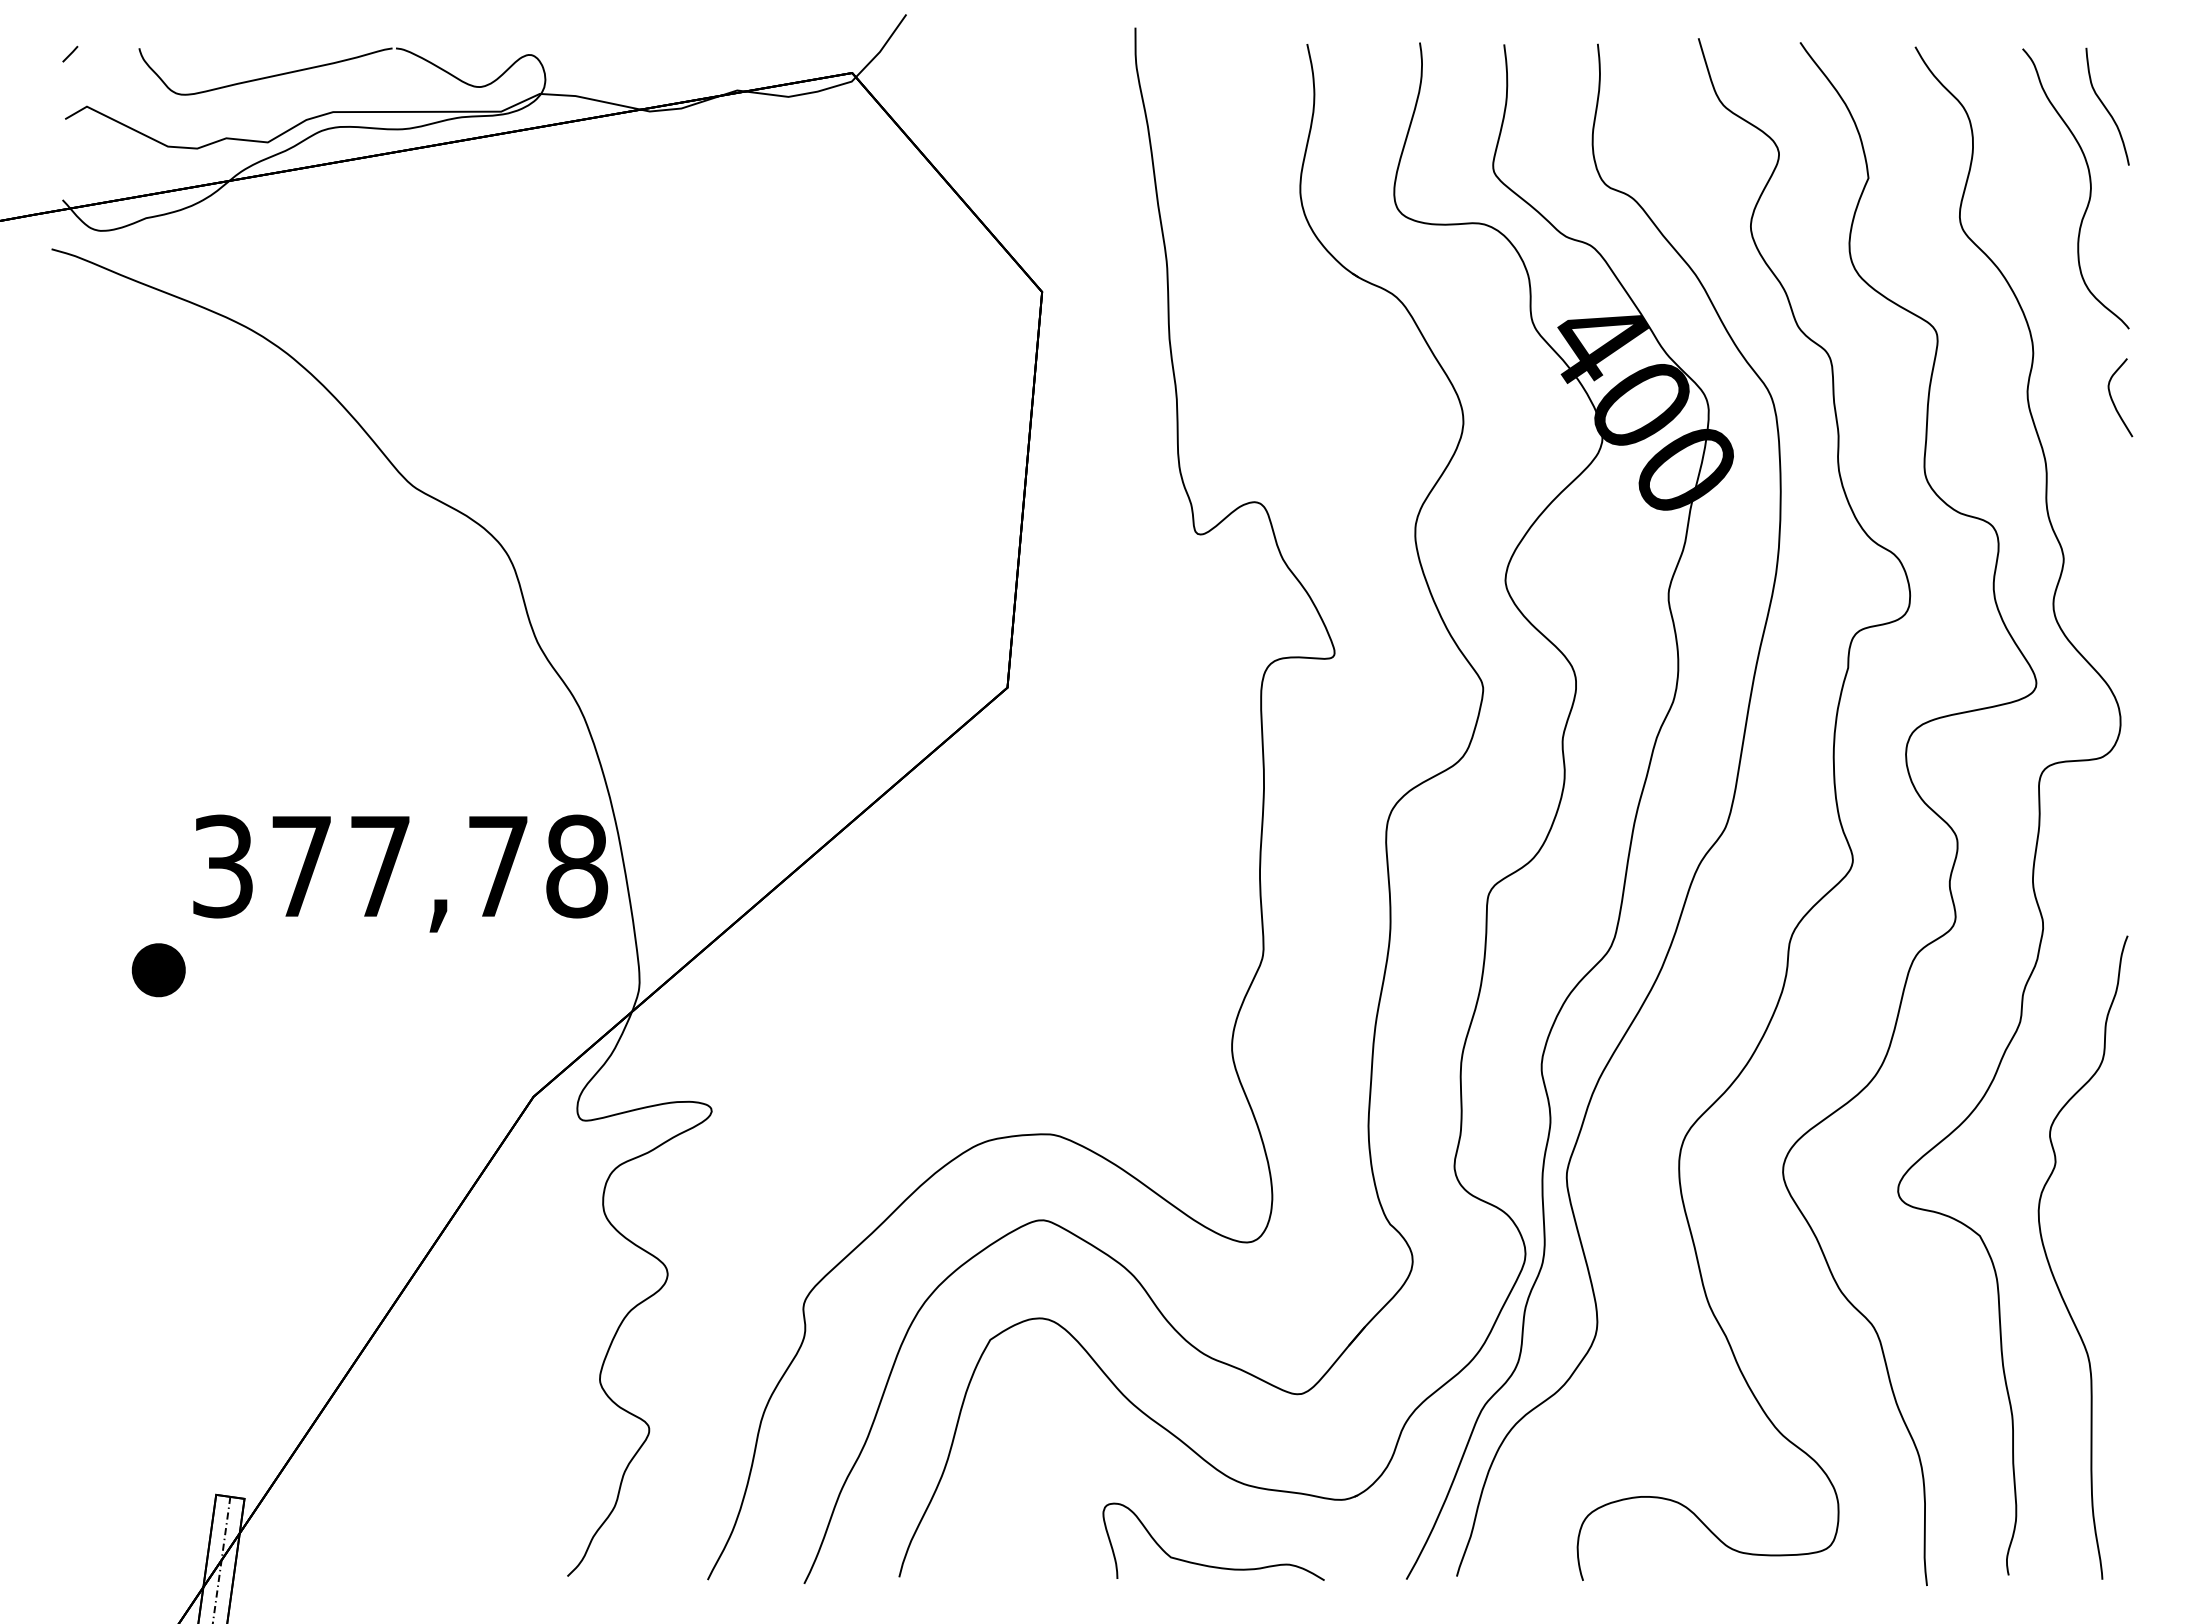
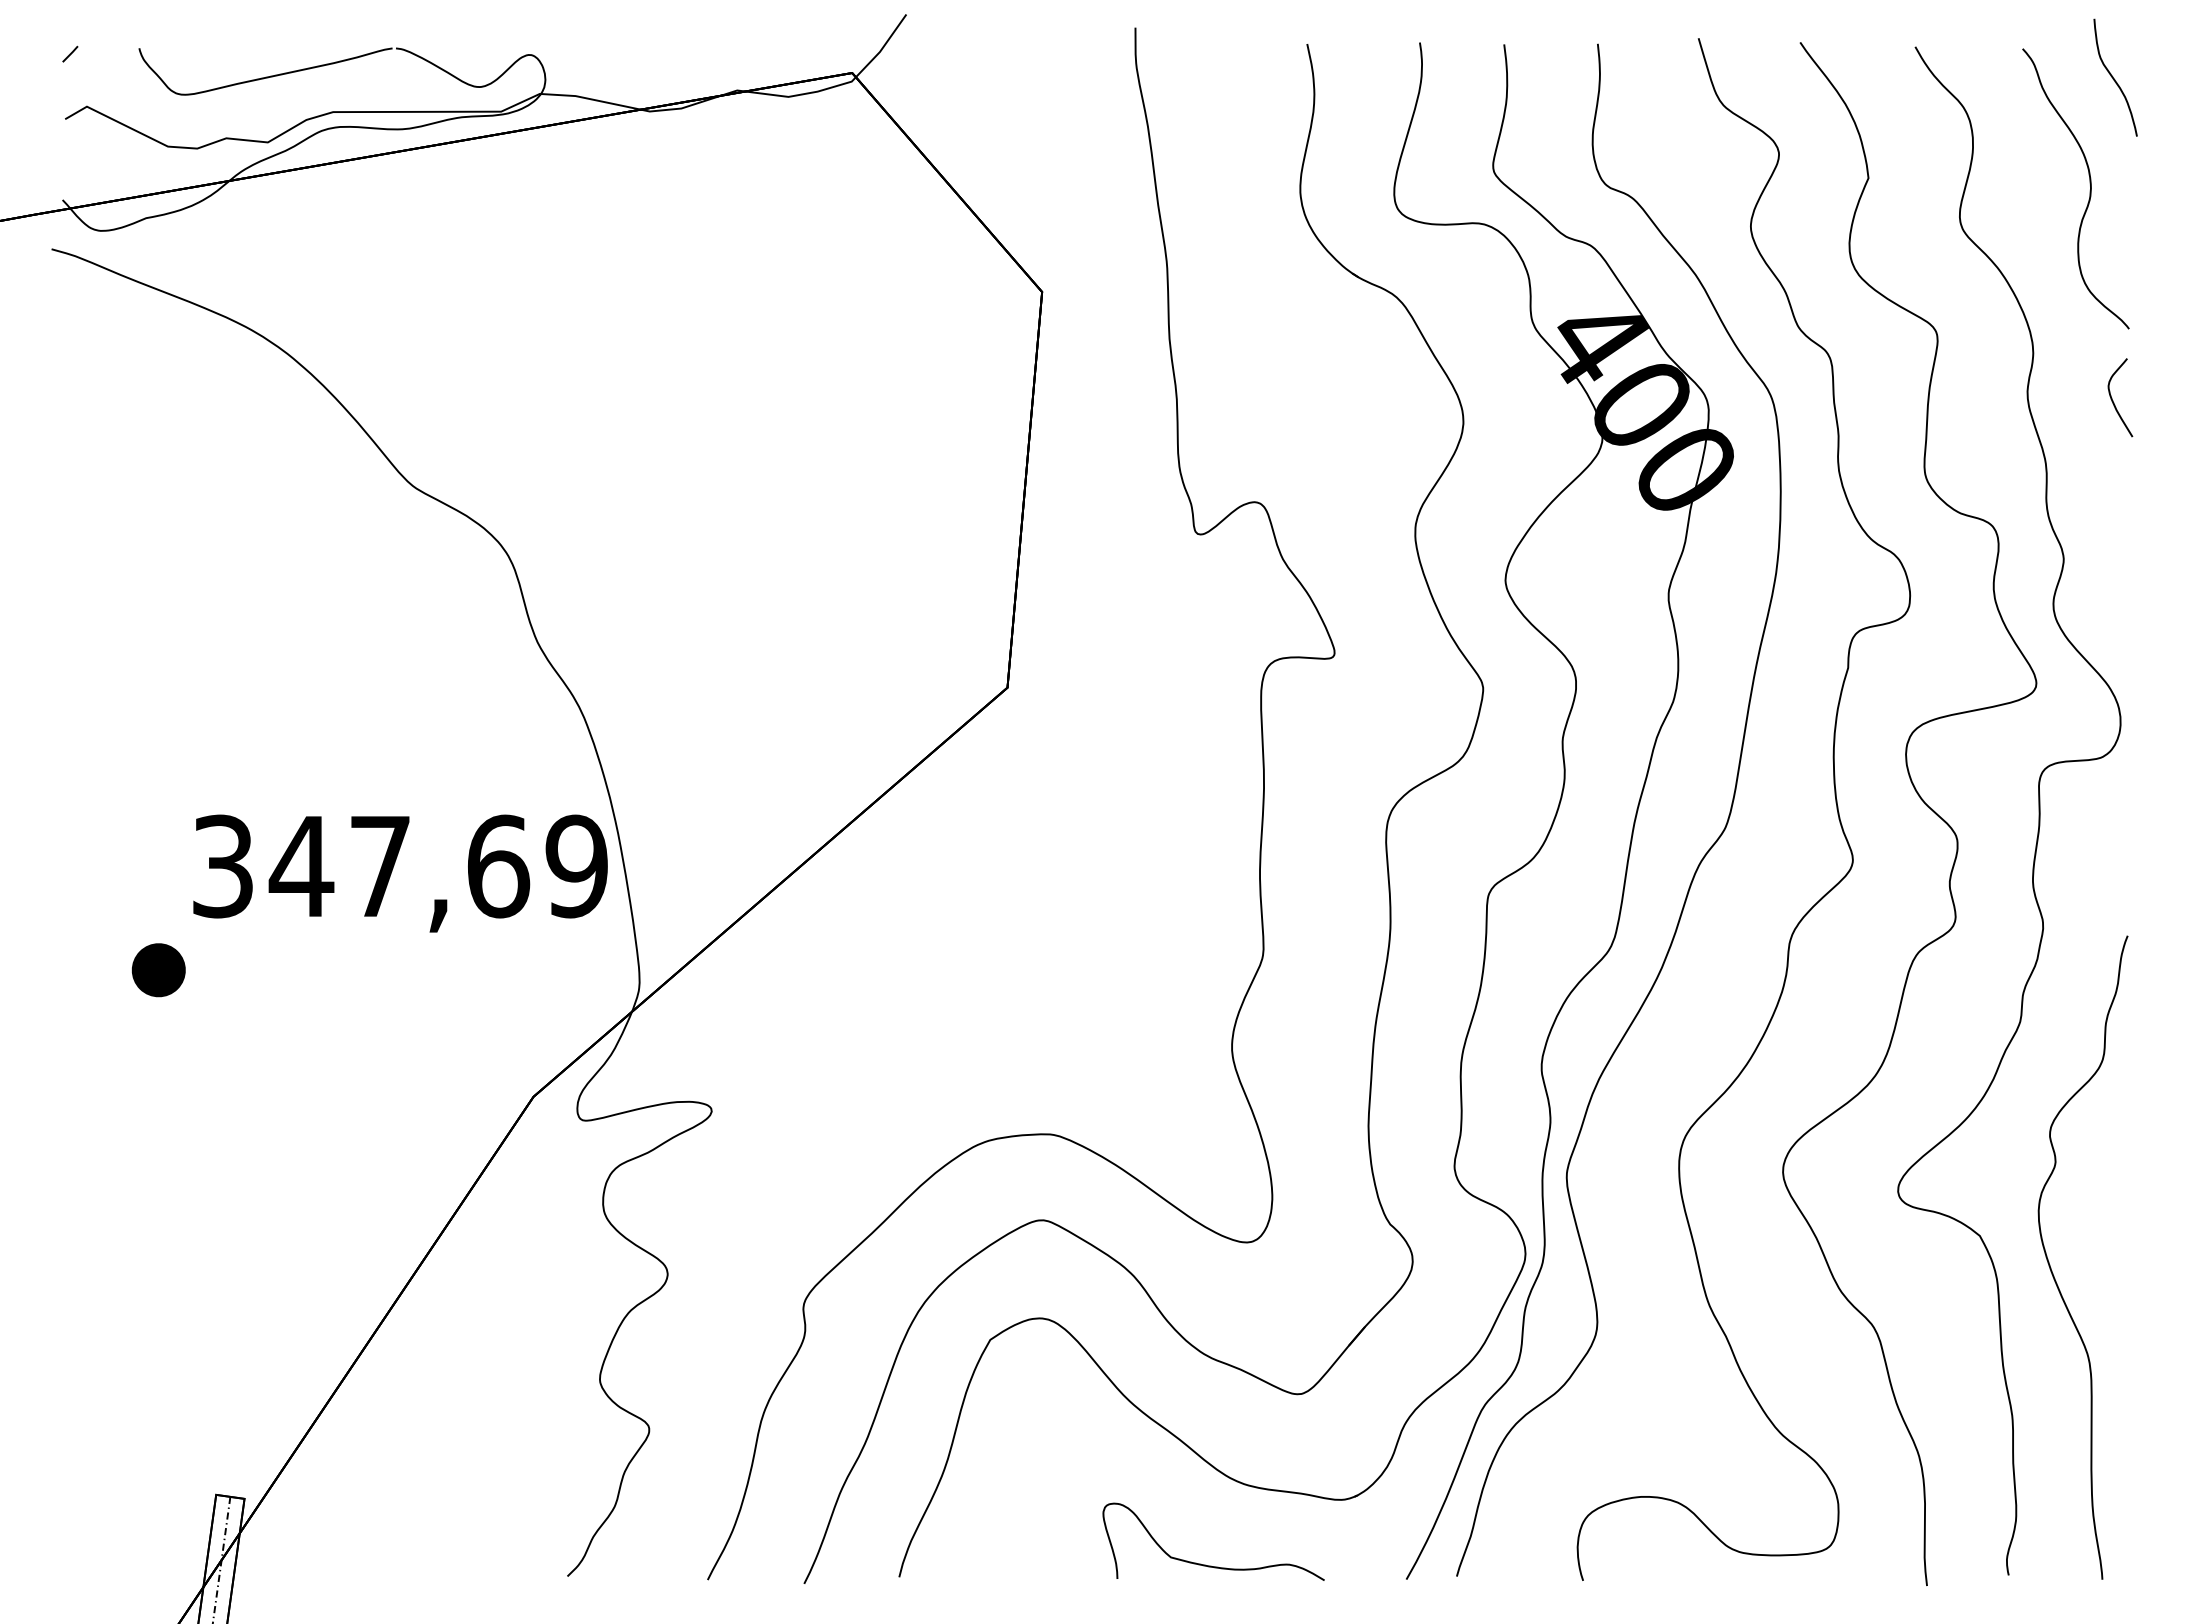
part at (2107, 106) position: (2107, 106) -> (2115, 77)
text at (438, 866): 377,78 -> 347,69
